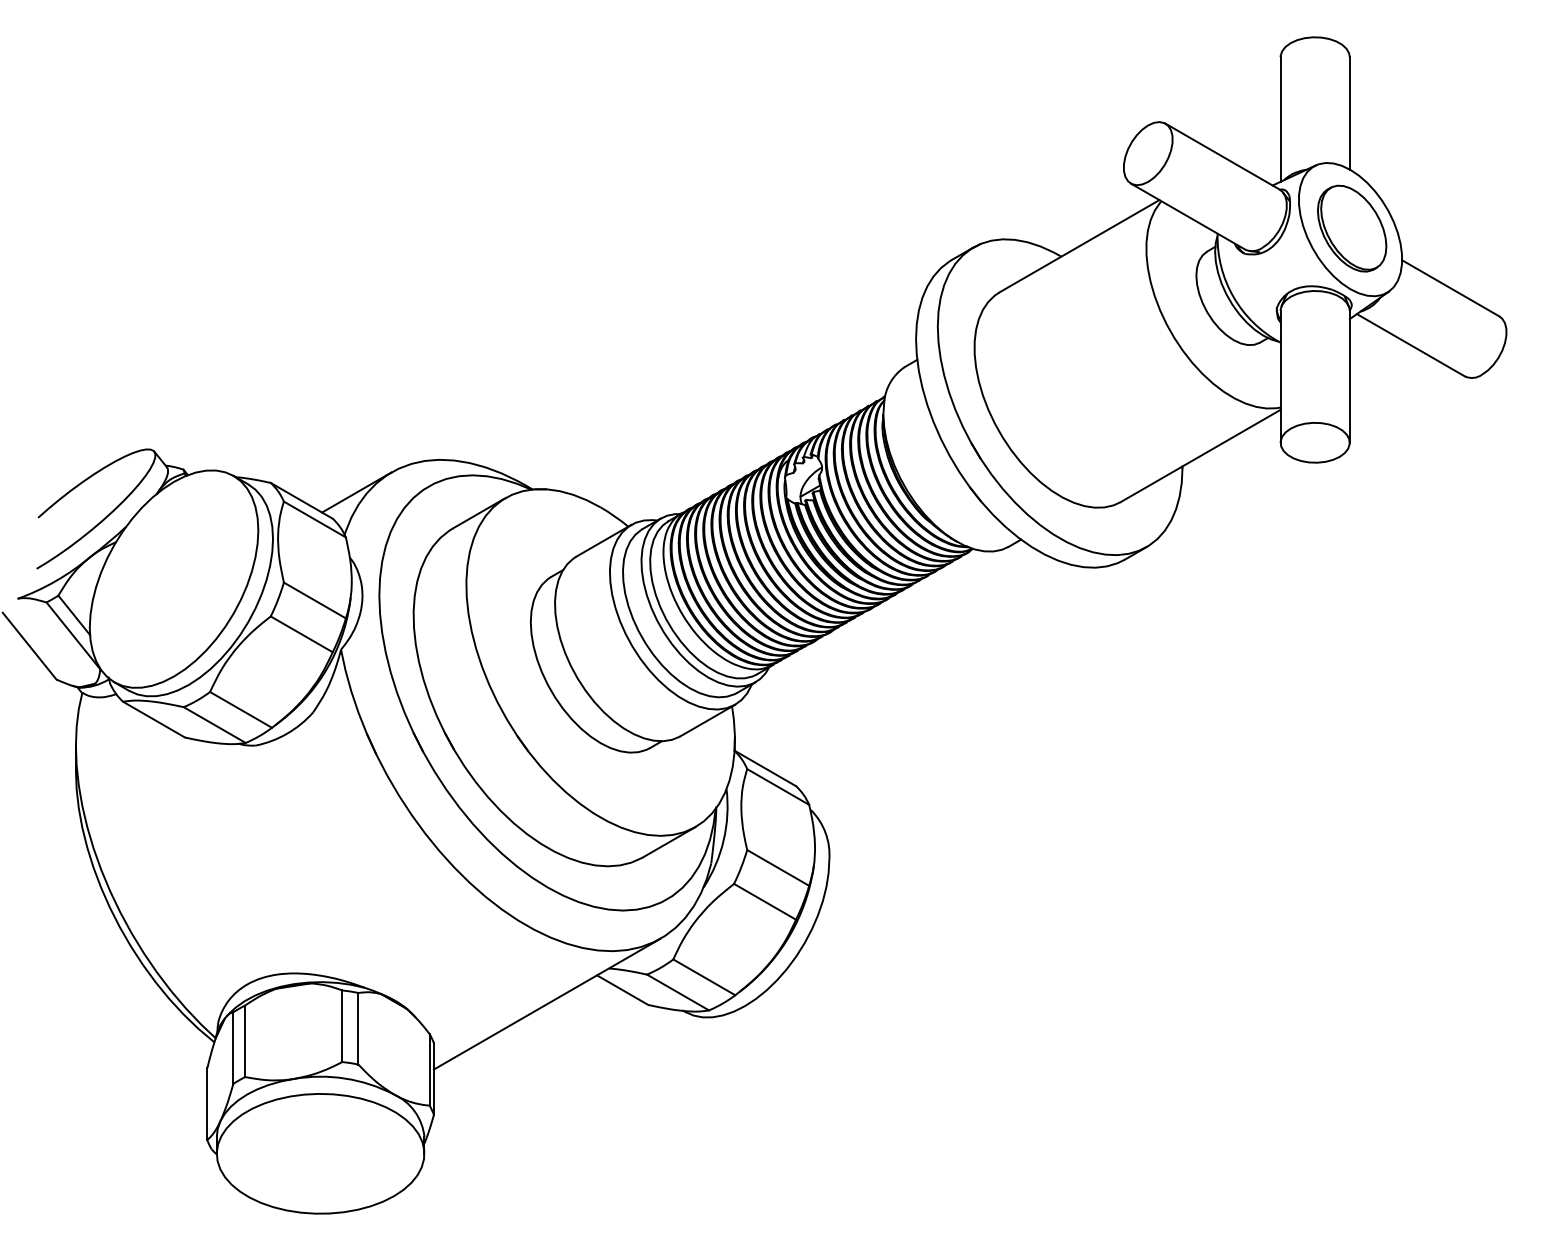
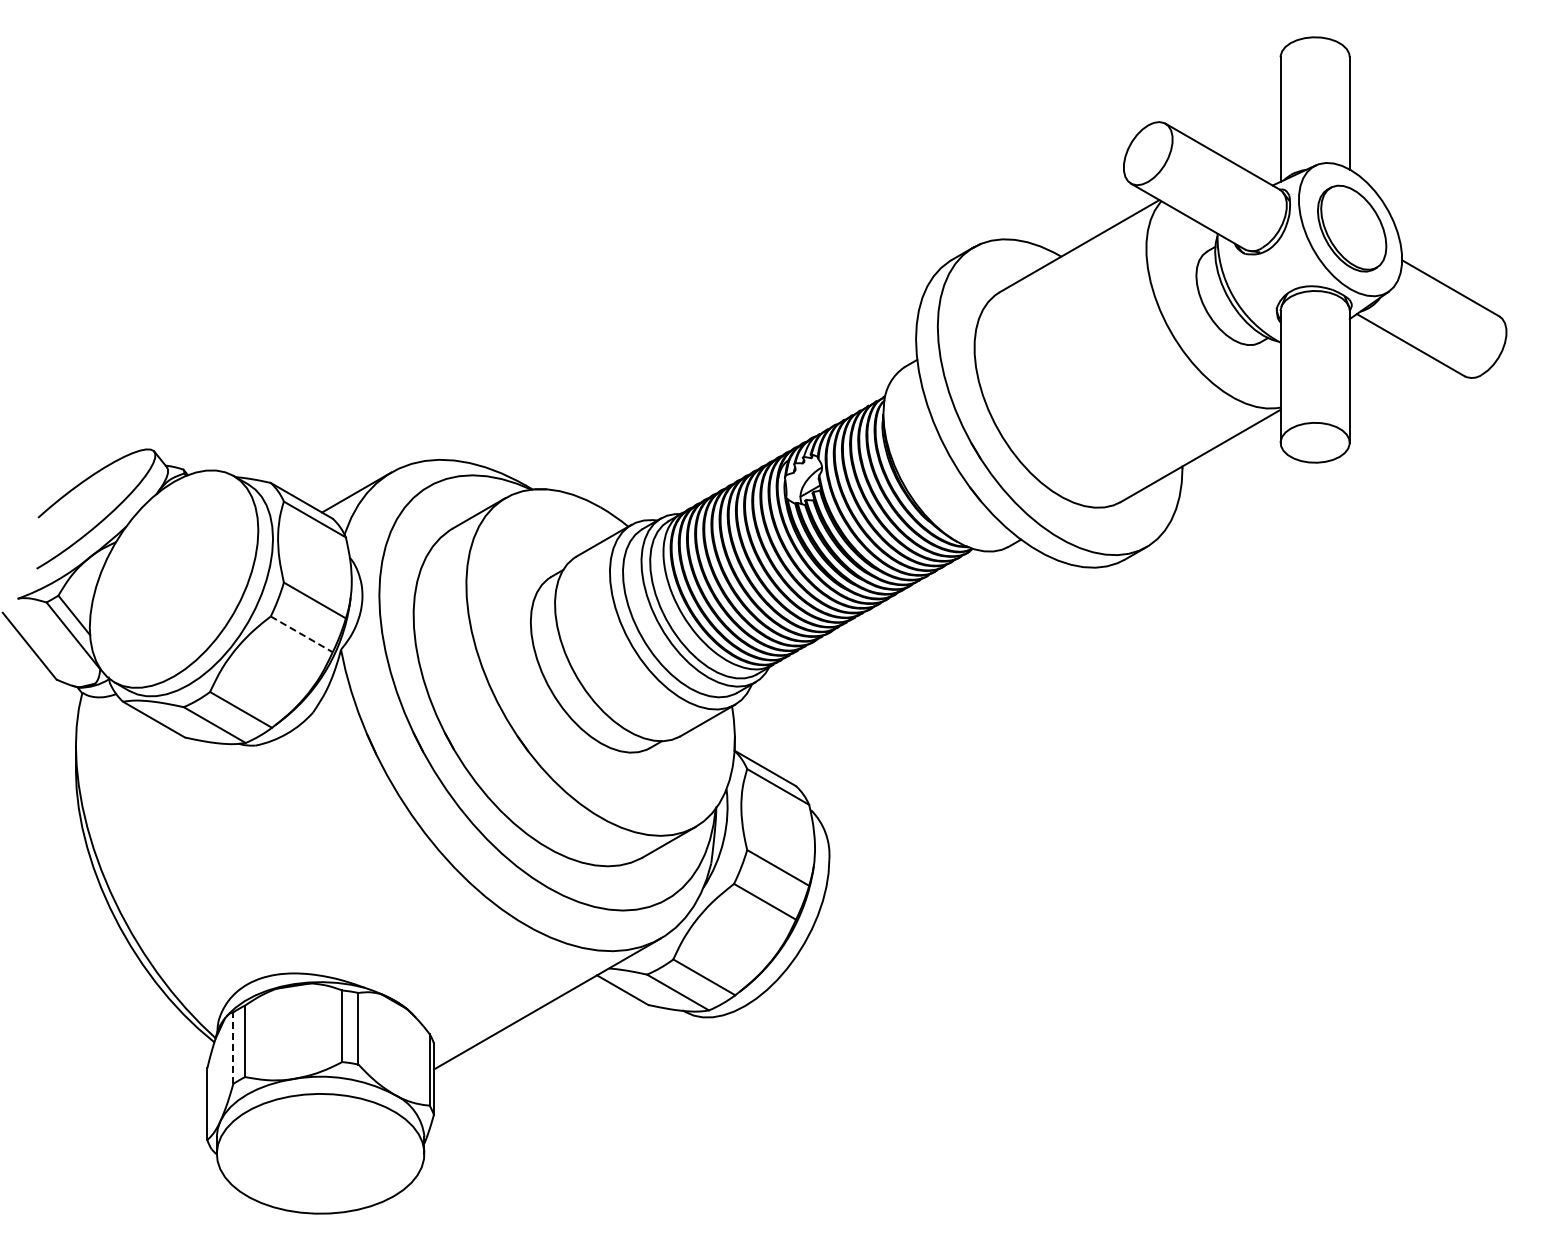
line at (301, 634): solid -> dashed
line at (233, 1048): solid -> dashed
